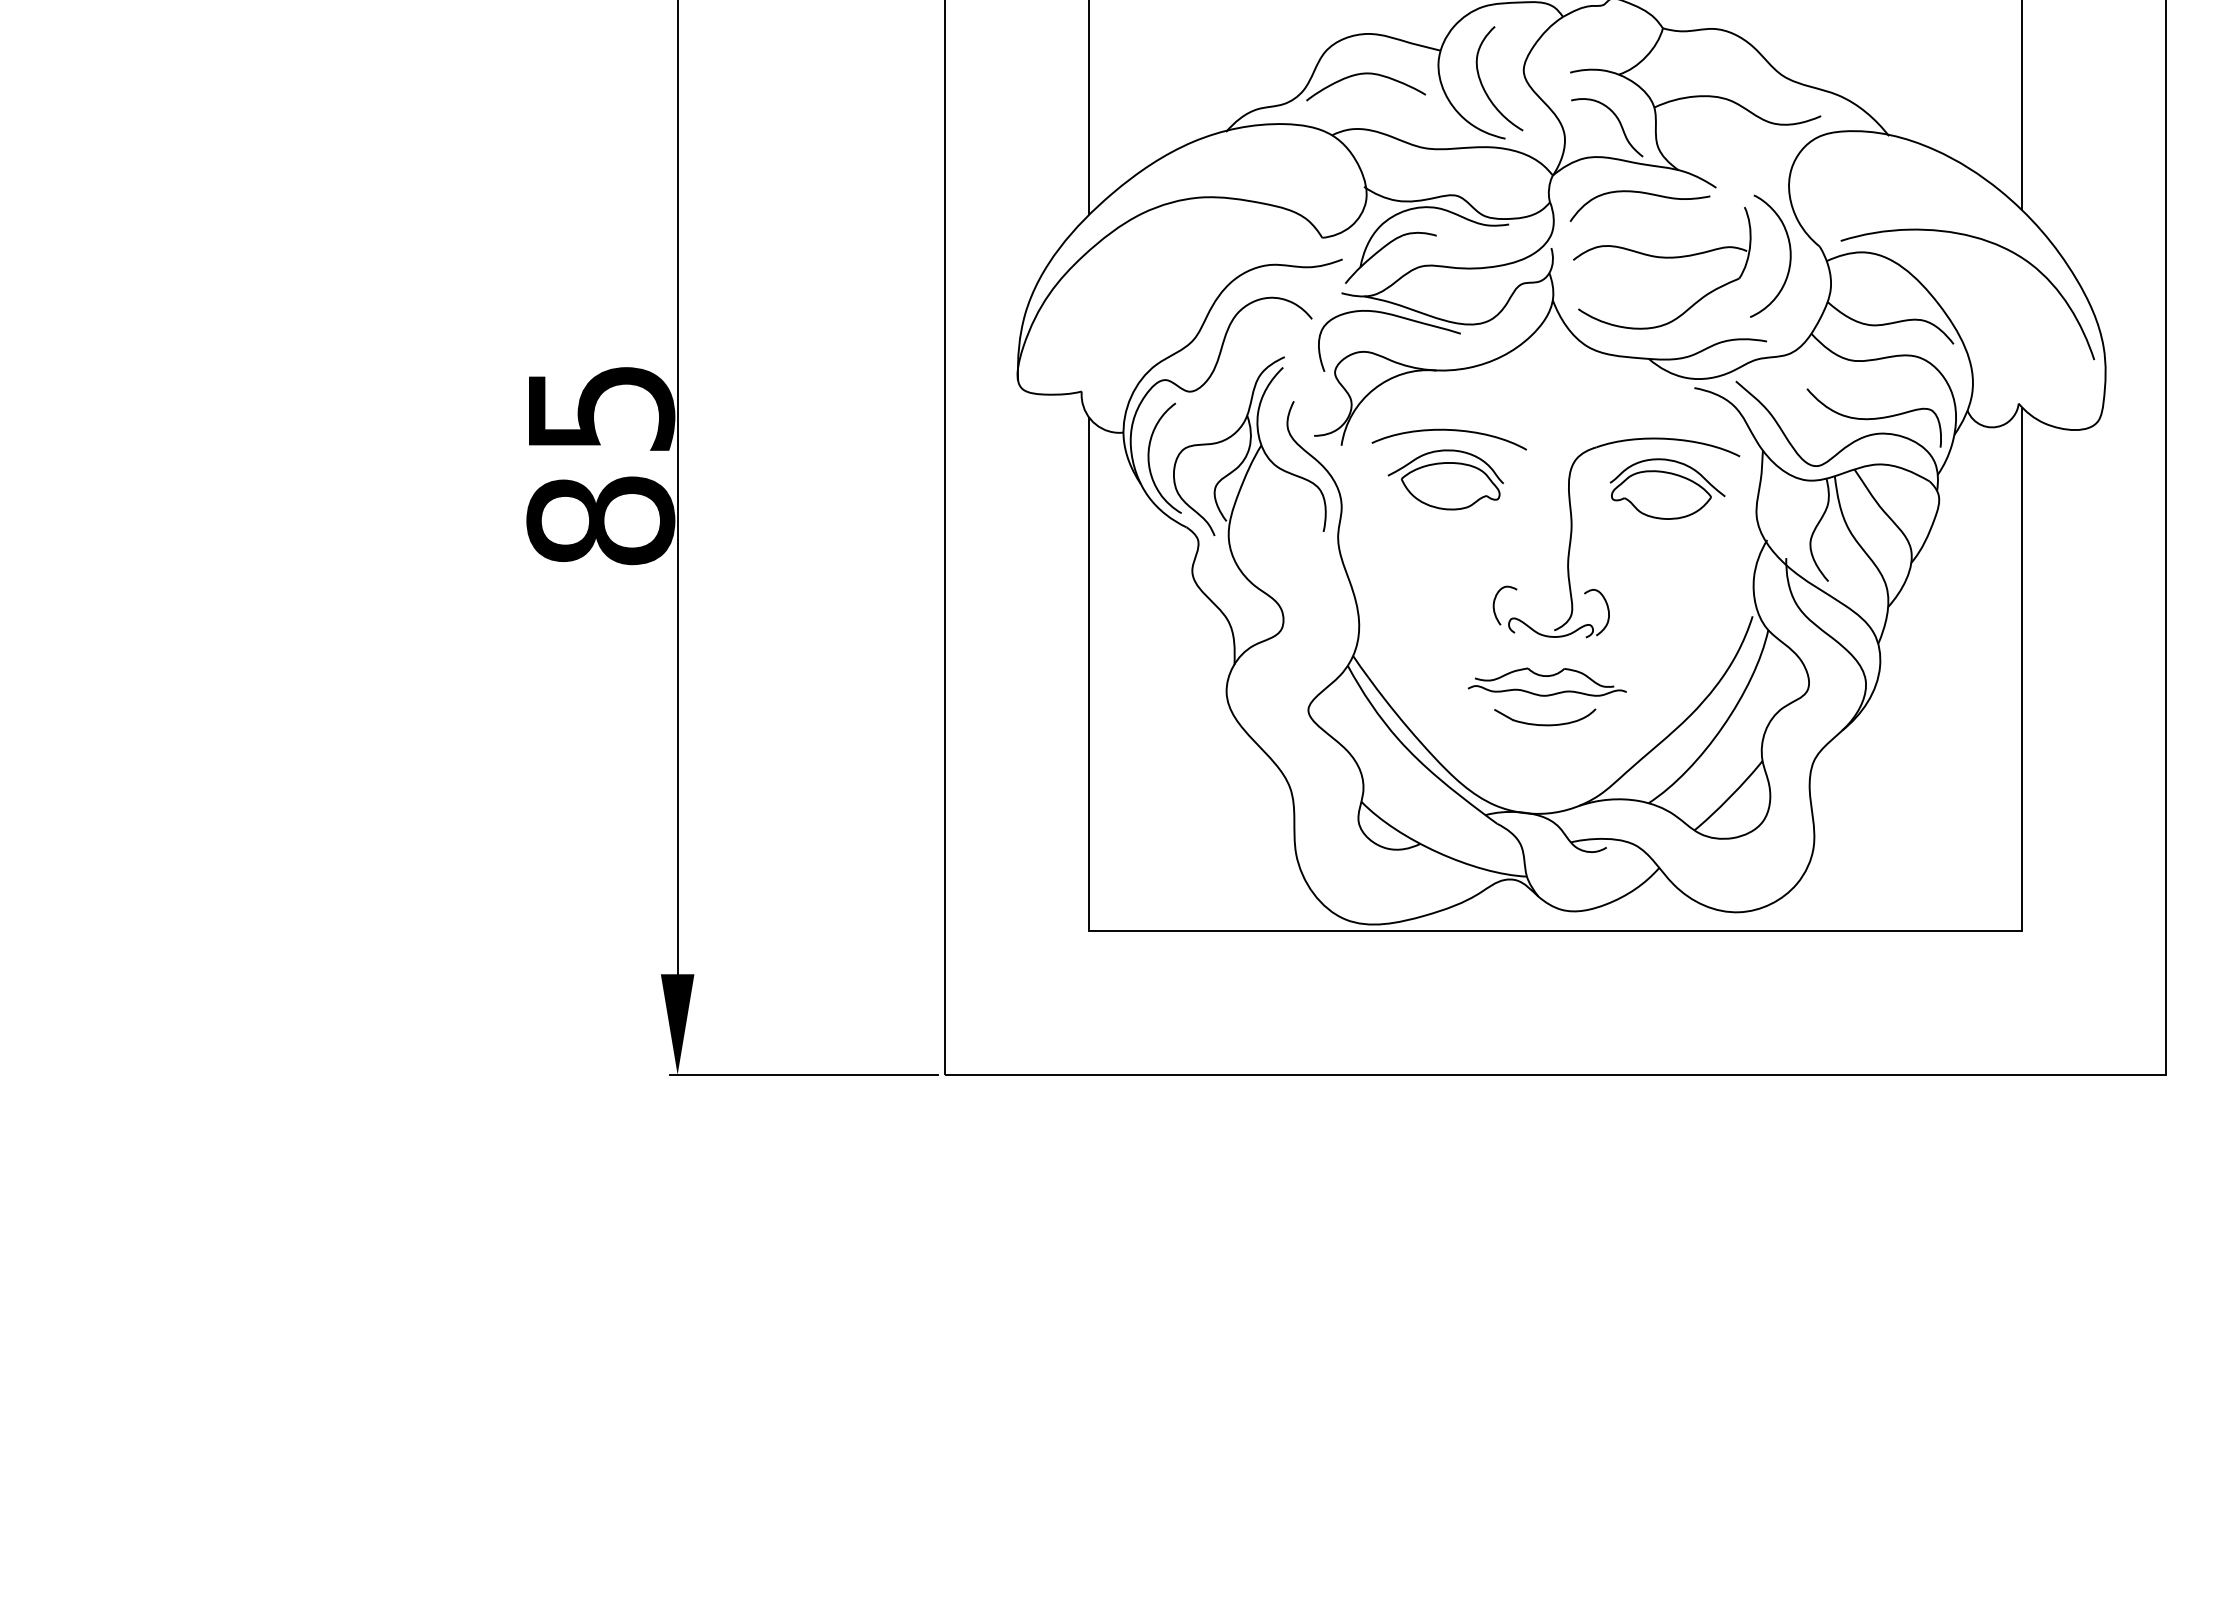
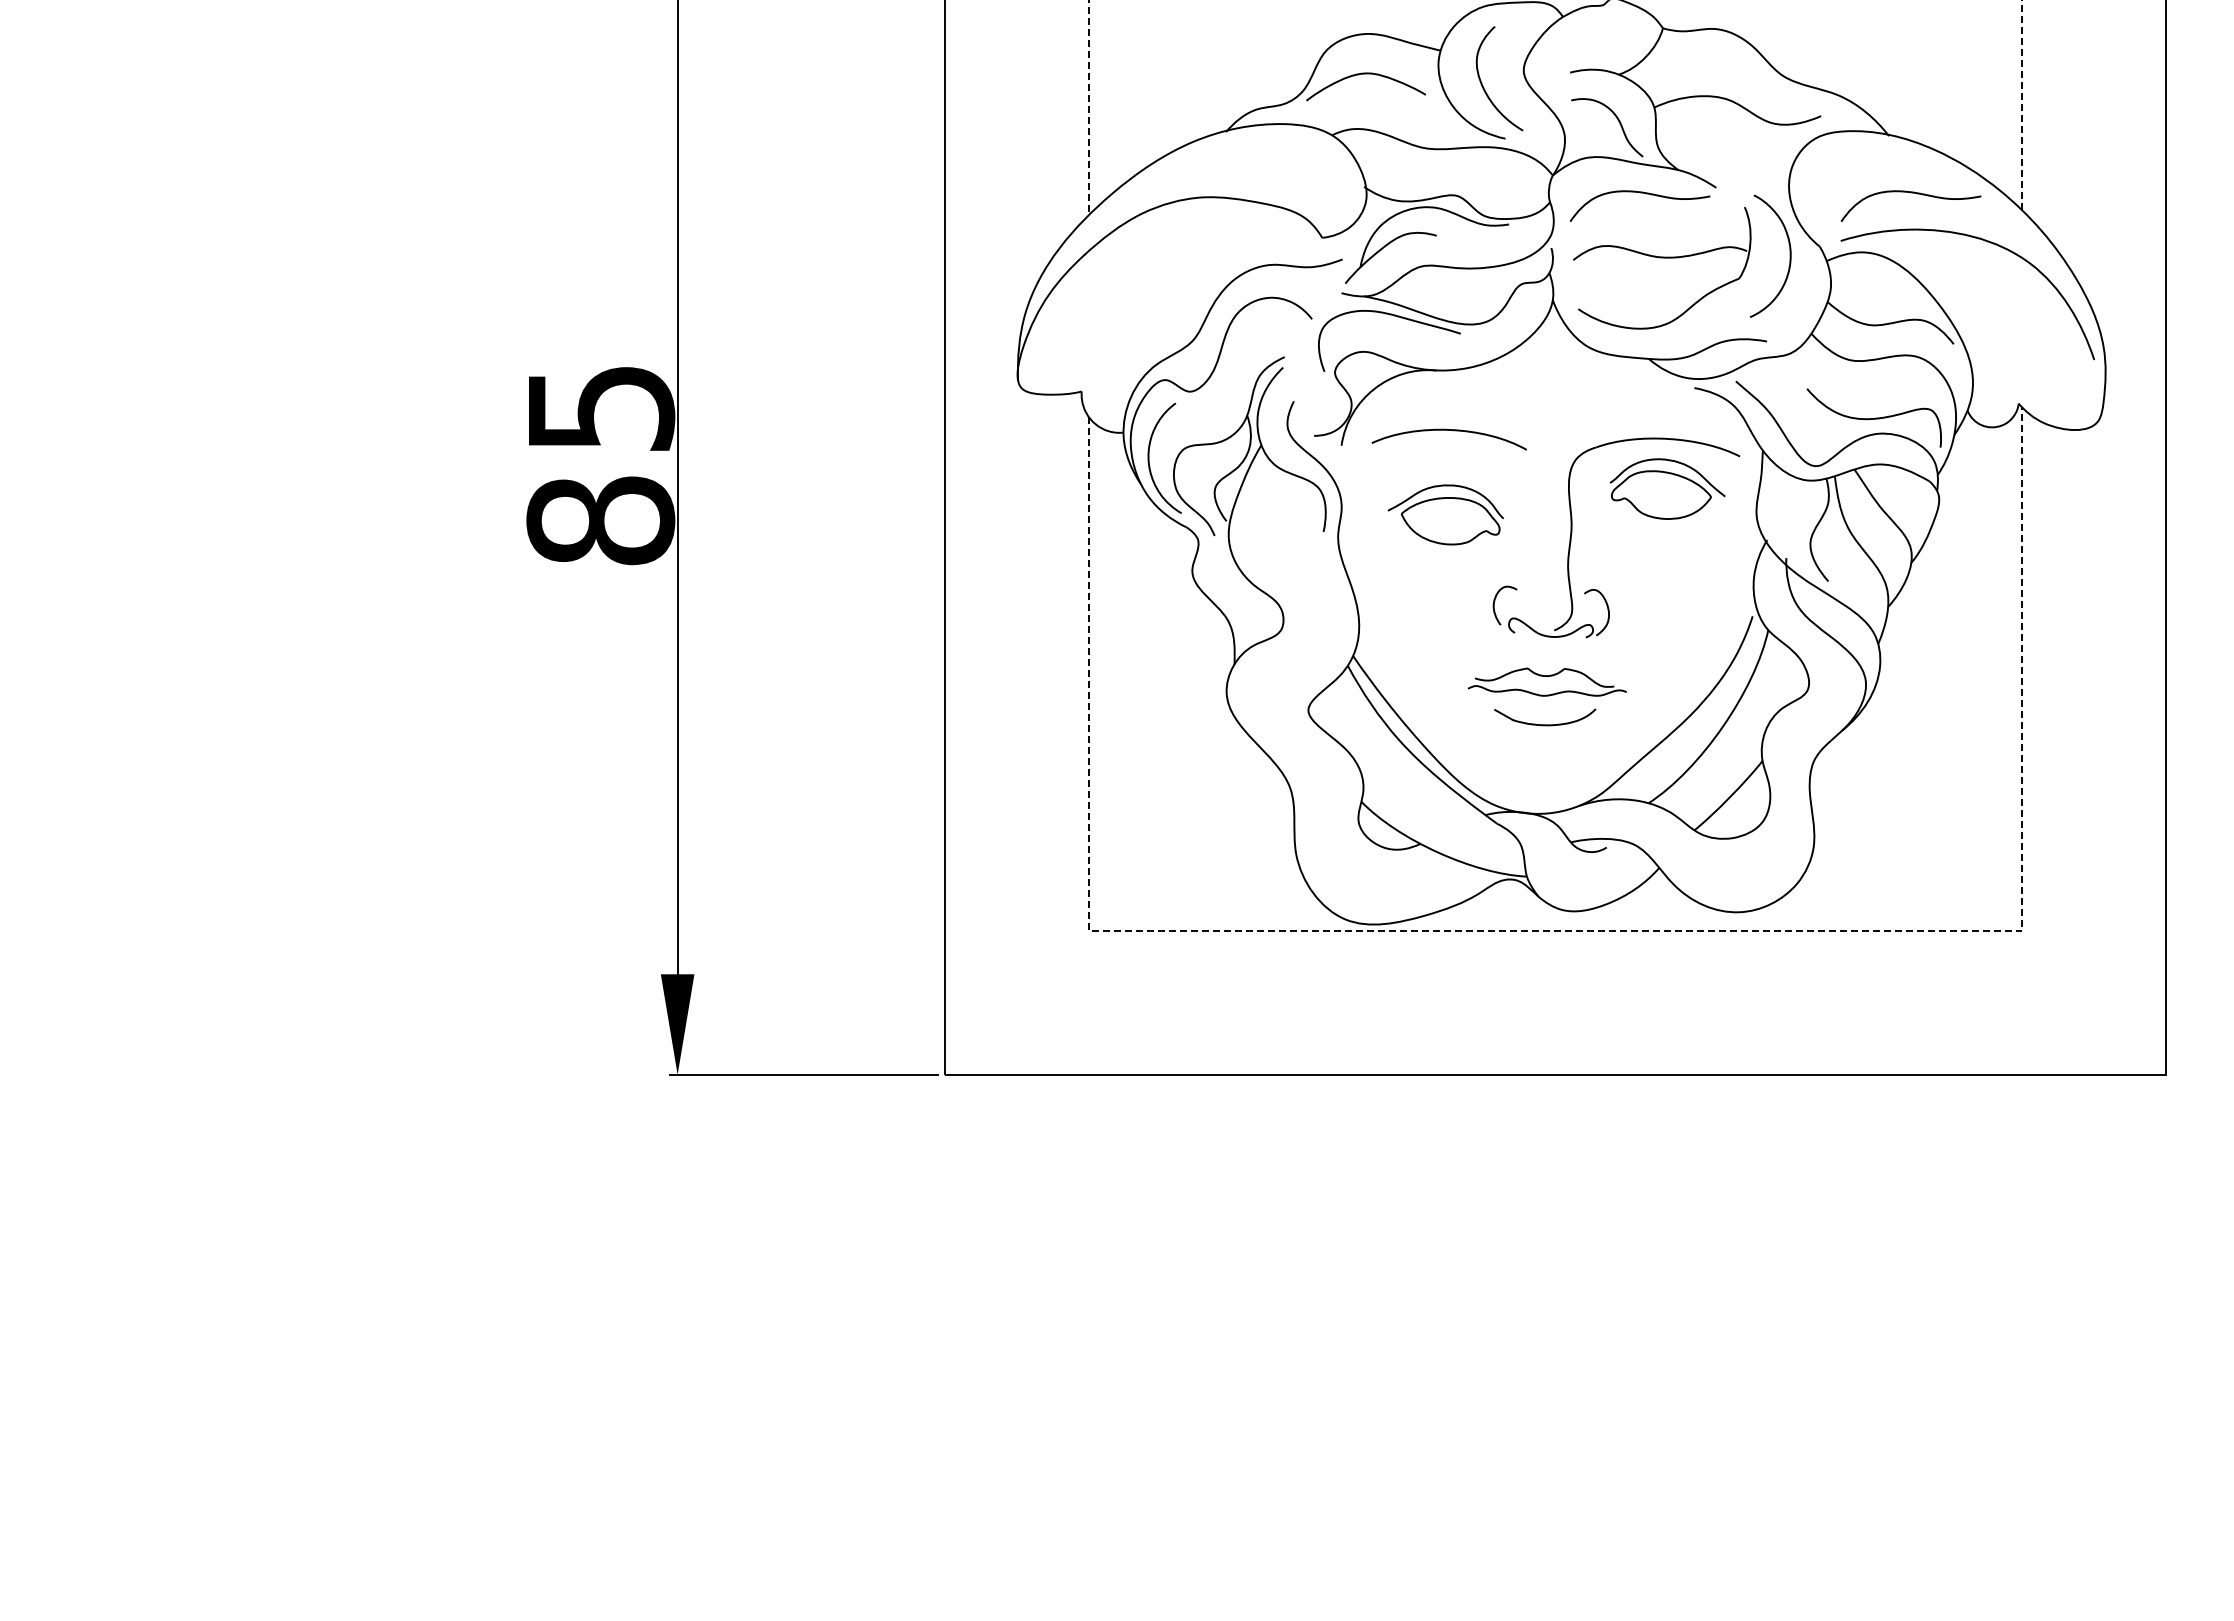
line at (1088, 2): solid -> dashed
curve at (1910, 193): none -> present
part at (1445, 479) position: (1445, 479) -> (1445, 514)
line at (1560, 931): solid -> dashed
